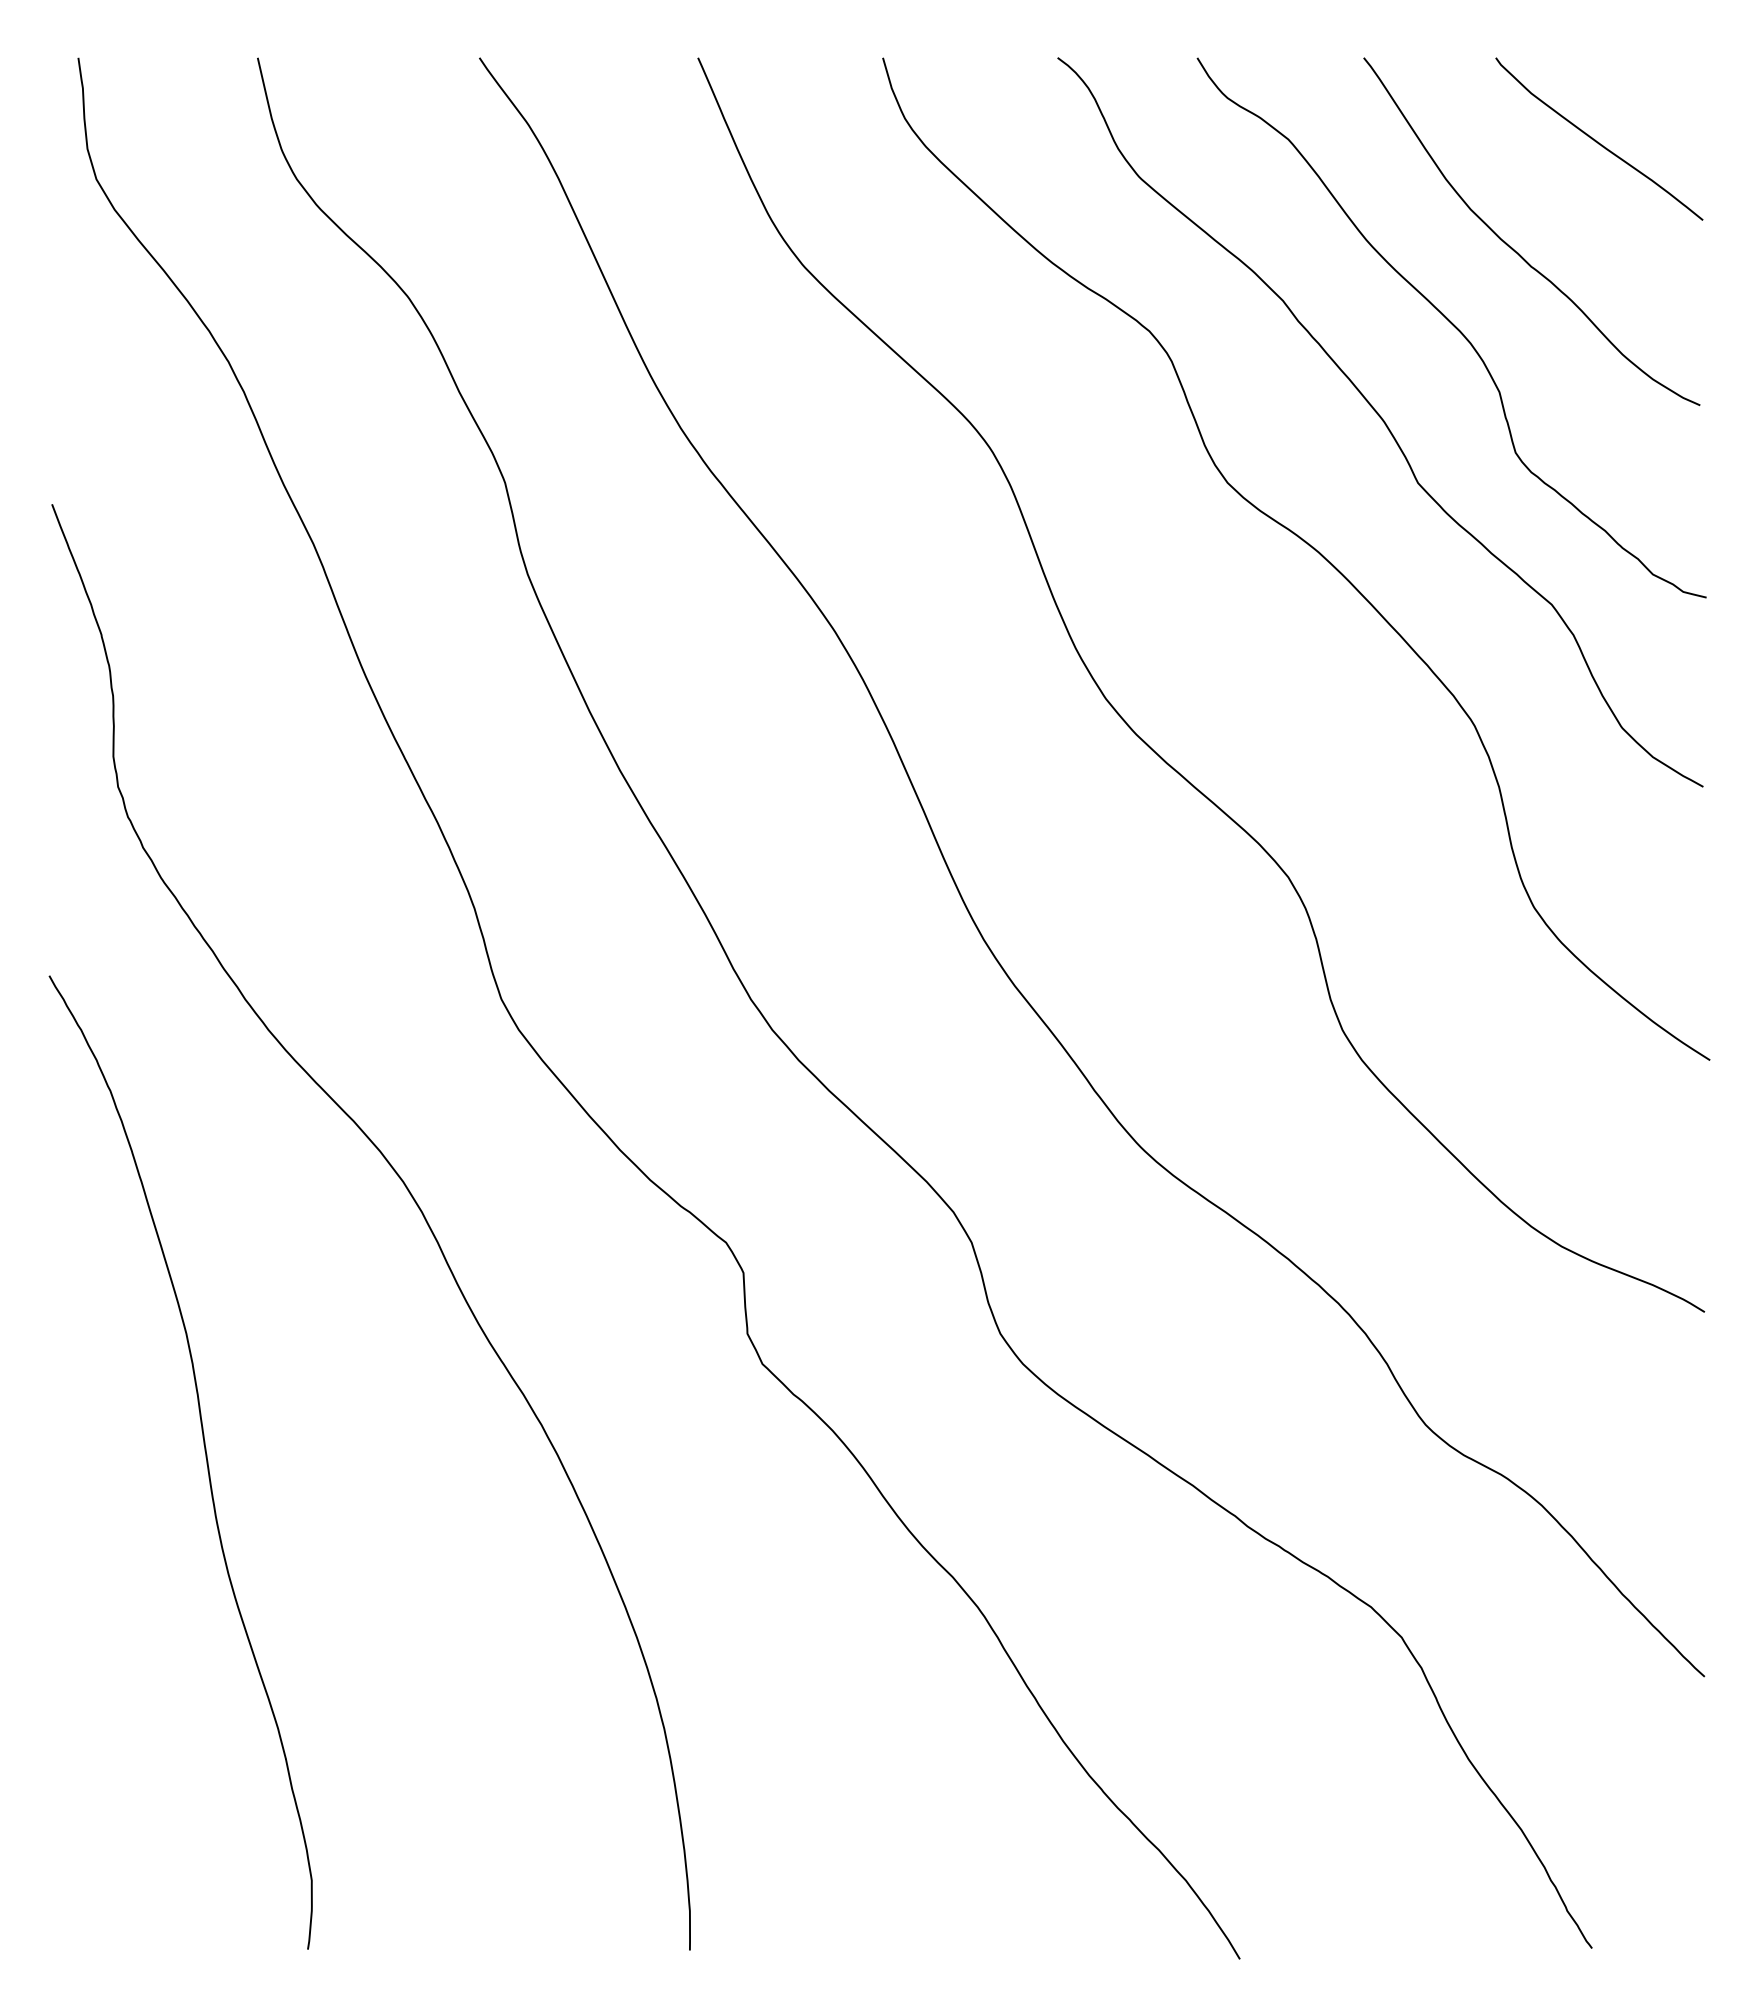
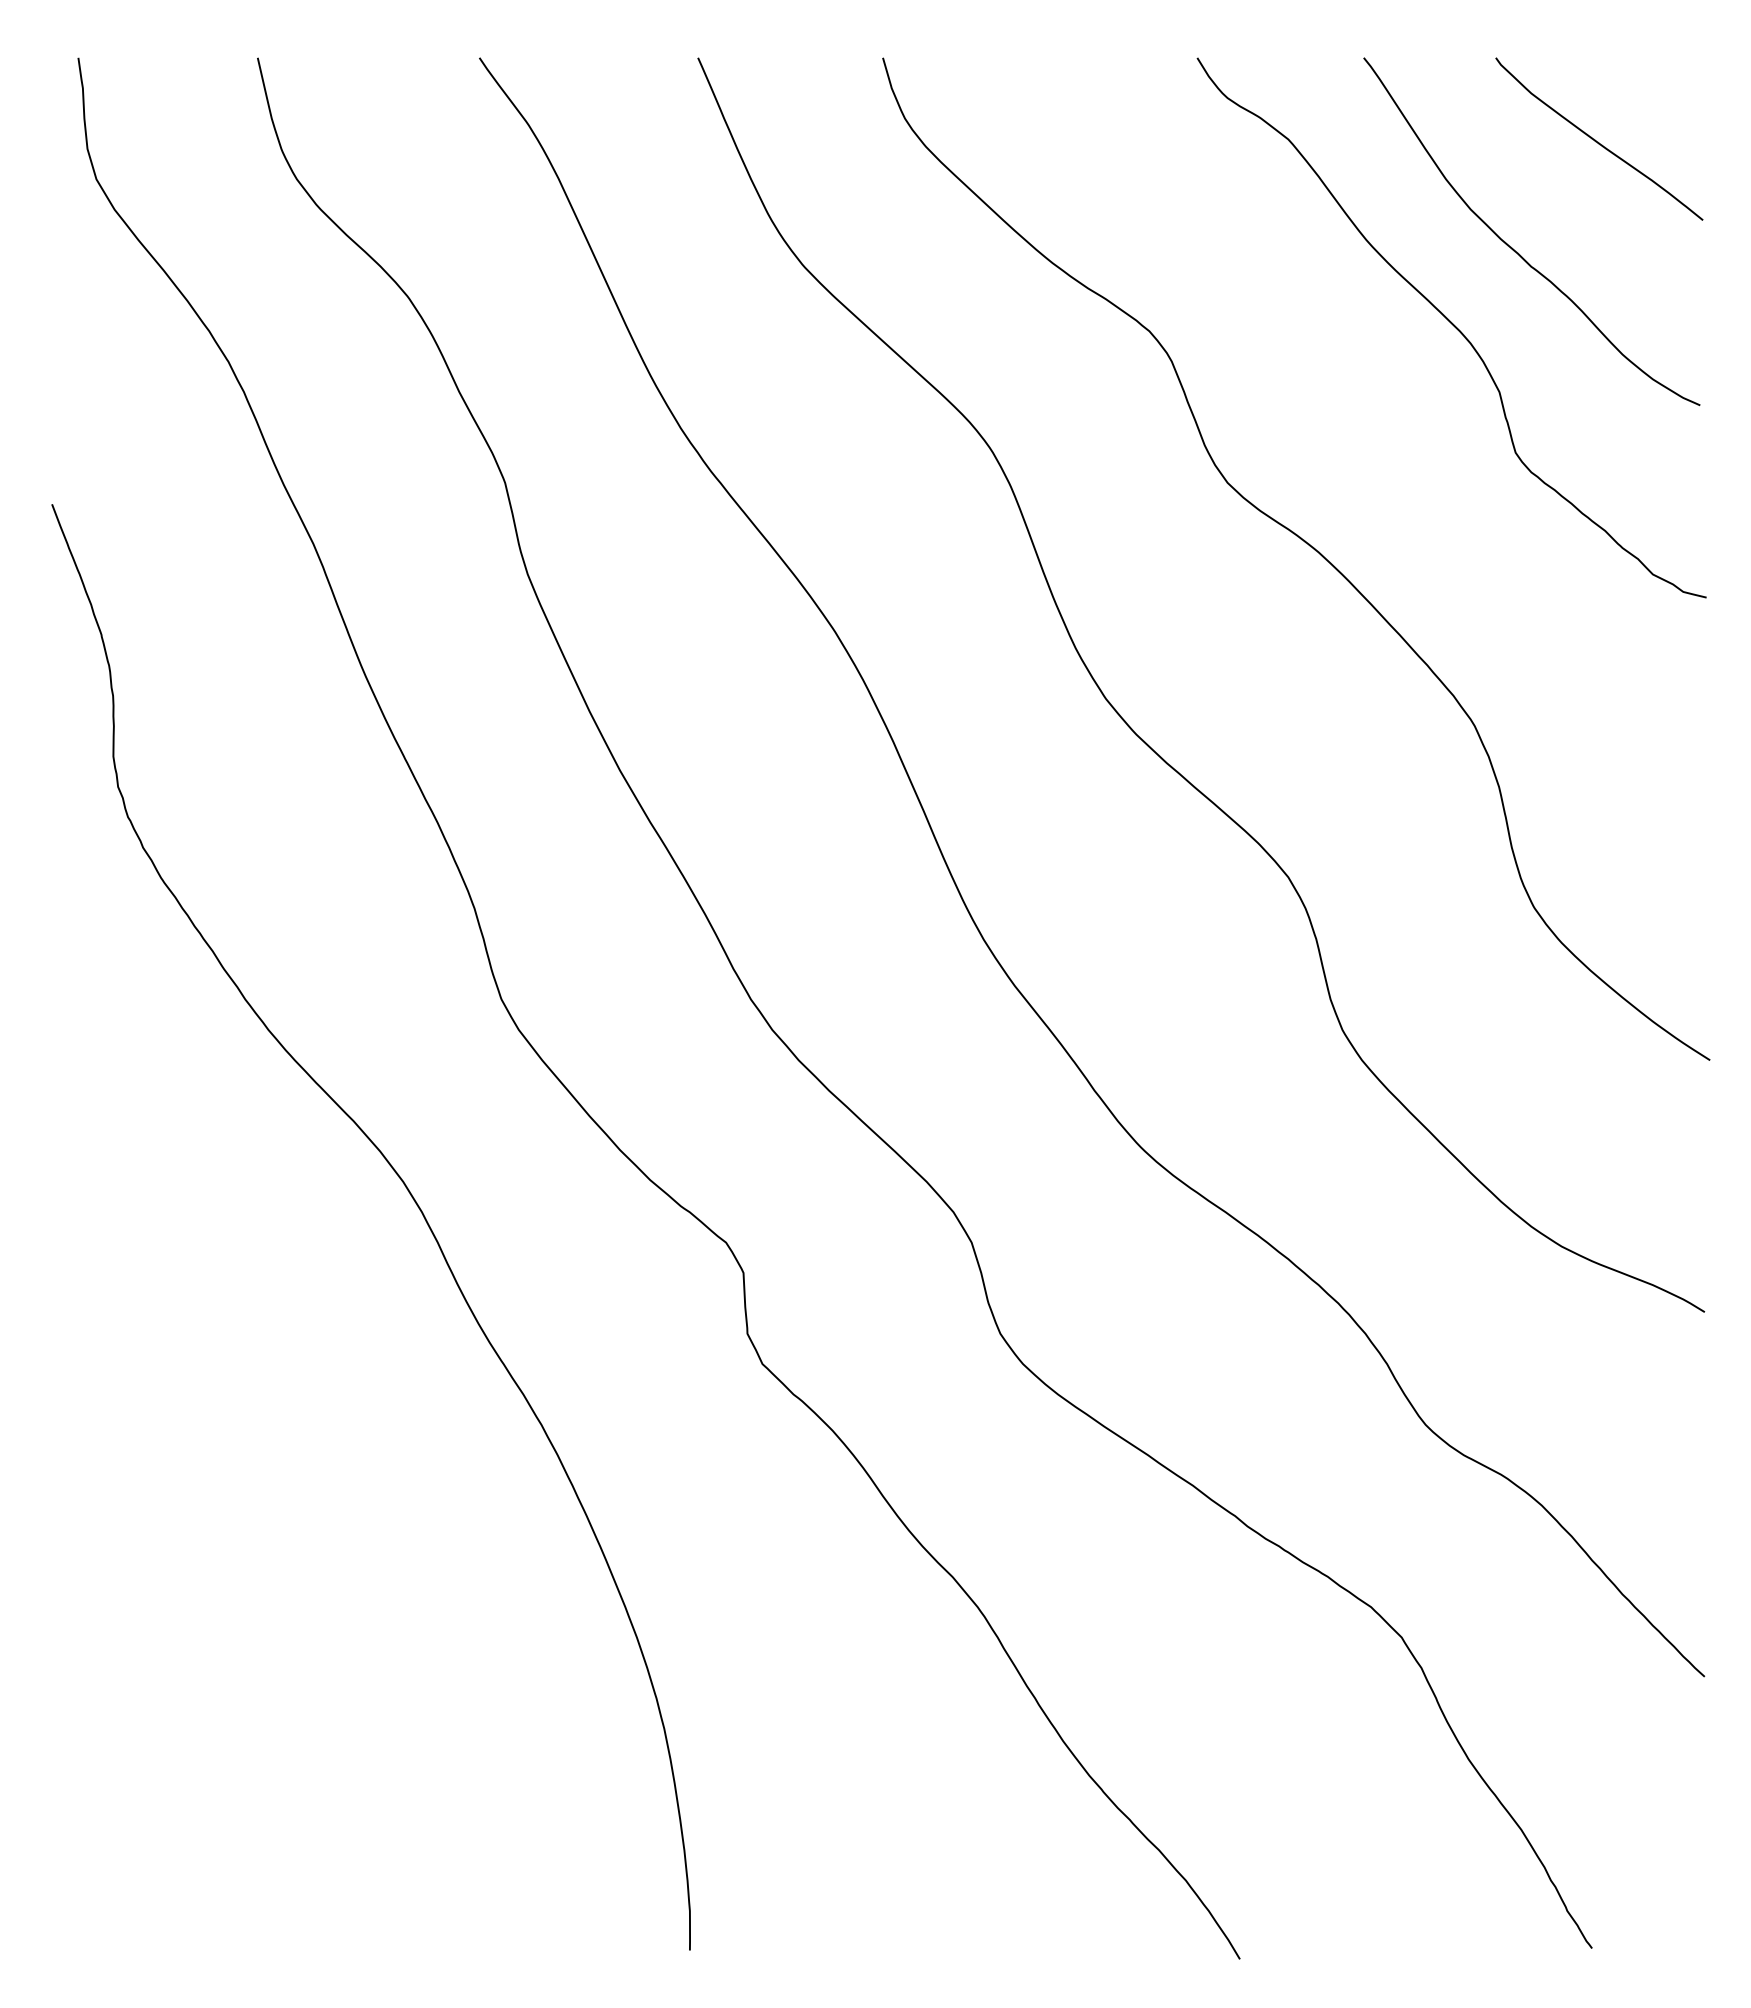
curve at (1382, 421): present -> none
curve at (205, 1457): present -> none
